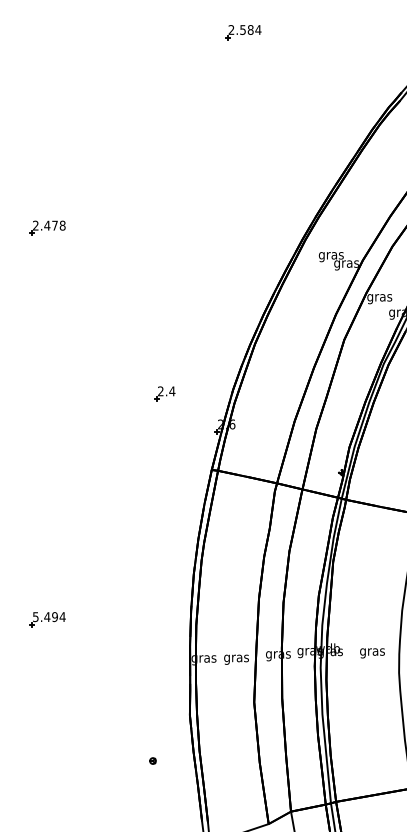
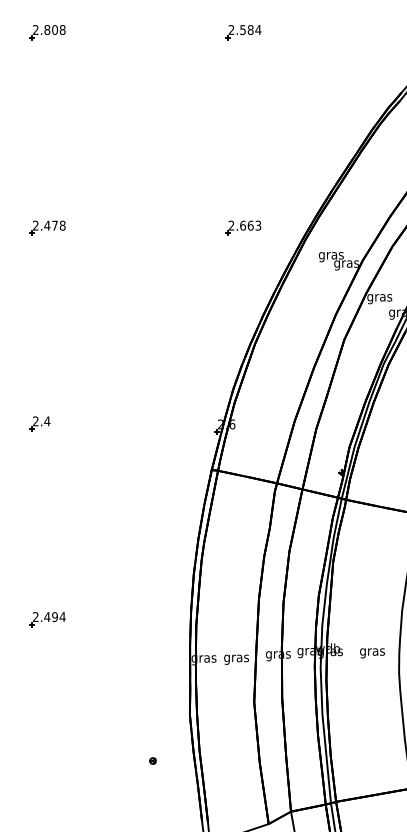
part at (47, 32): none -> present
part at (243, 227): none -> present
part at (164, 393) position: (164, 393) -> (39, 423)
text at (35, 617): 5.494 -> 2.494
